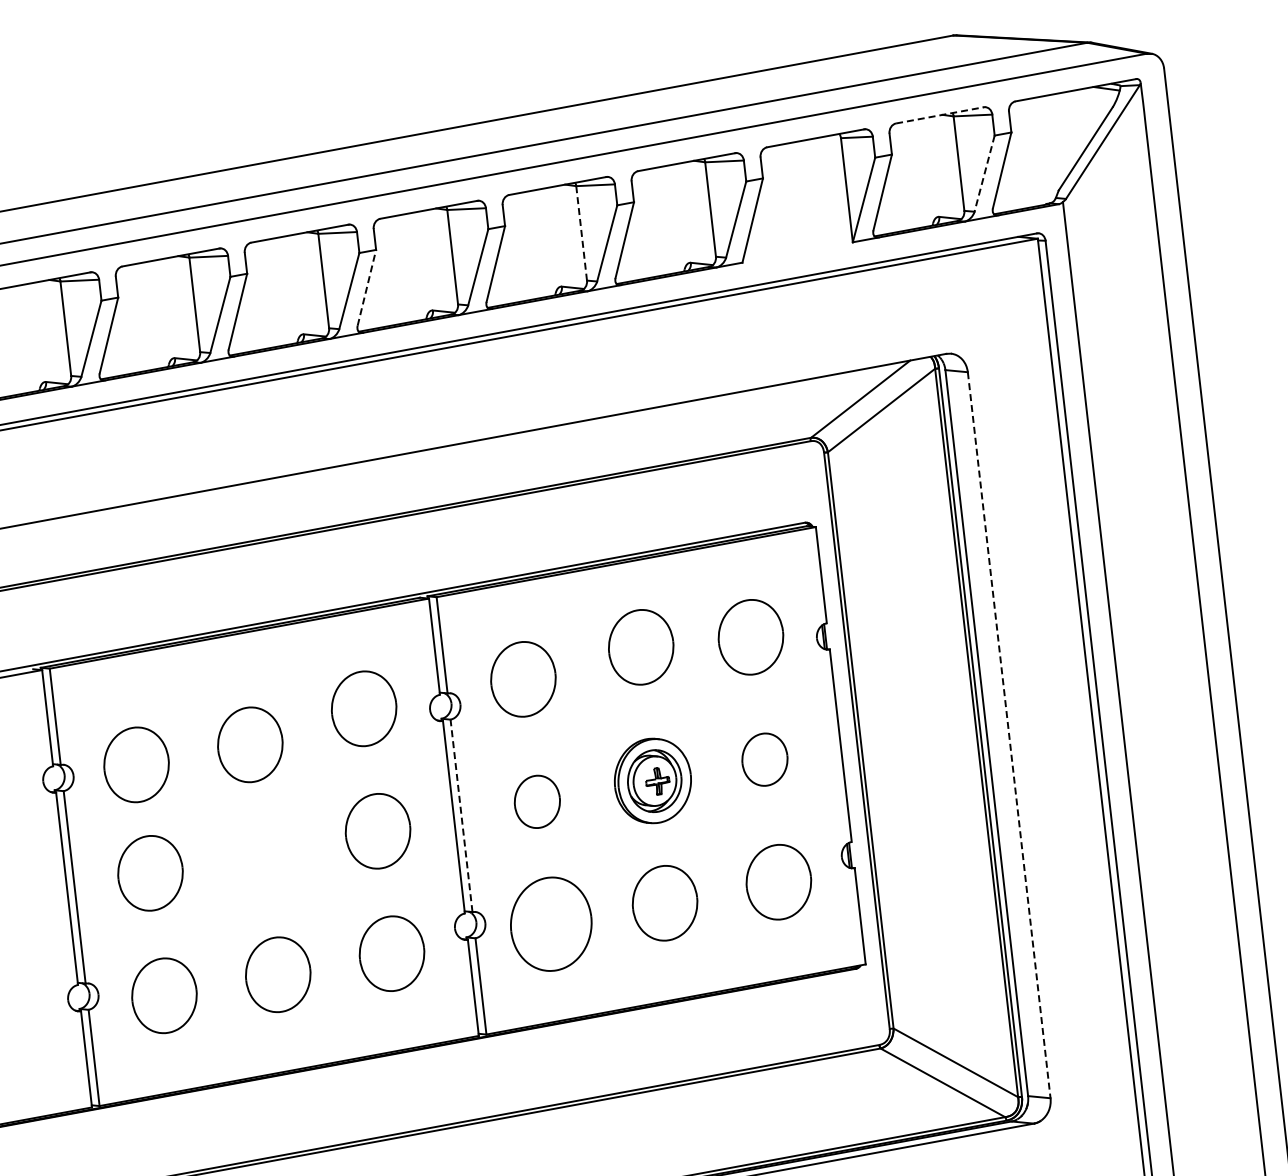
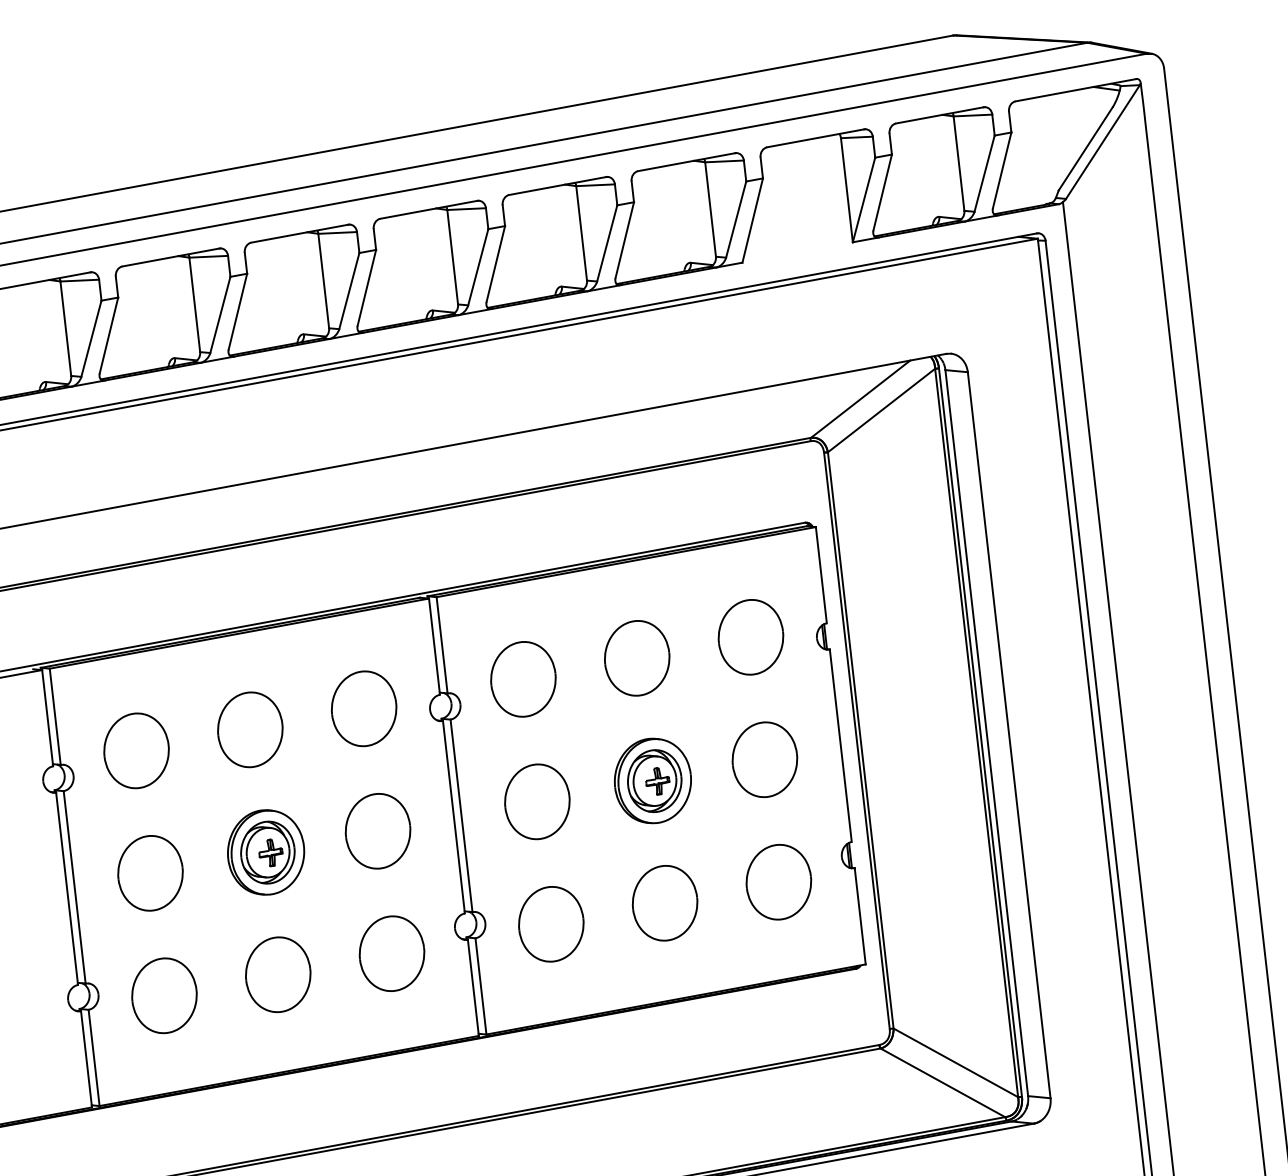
line at (939, 115): dashed -> solid
line at (984, 174): dashed -> solid
line at (581, 233): dashed -> solid
line at (367, 287): dashed -> solid
part at (641, 647) position: (641, 647) -> (637, 658)
line at (1009, 735): dashed -> solid
part at (250, 744) position: (250, 744) -> (250, 729)
part at (764, 759) size: 48x55 px -> 68x77 px
part at (136, 764) position: (136, 764) -> (136, 750)
part at (536, 801) size: 48x55 px -> 67x78 px
line at (461, 815): dashed -> solid
part at (266, 852): none -> present
part at (551, 923) size: 83x96 px -> 67x77 px
